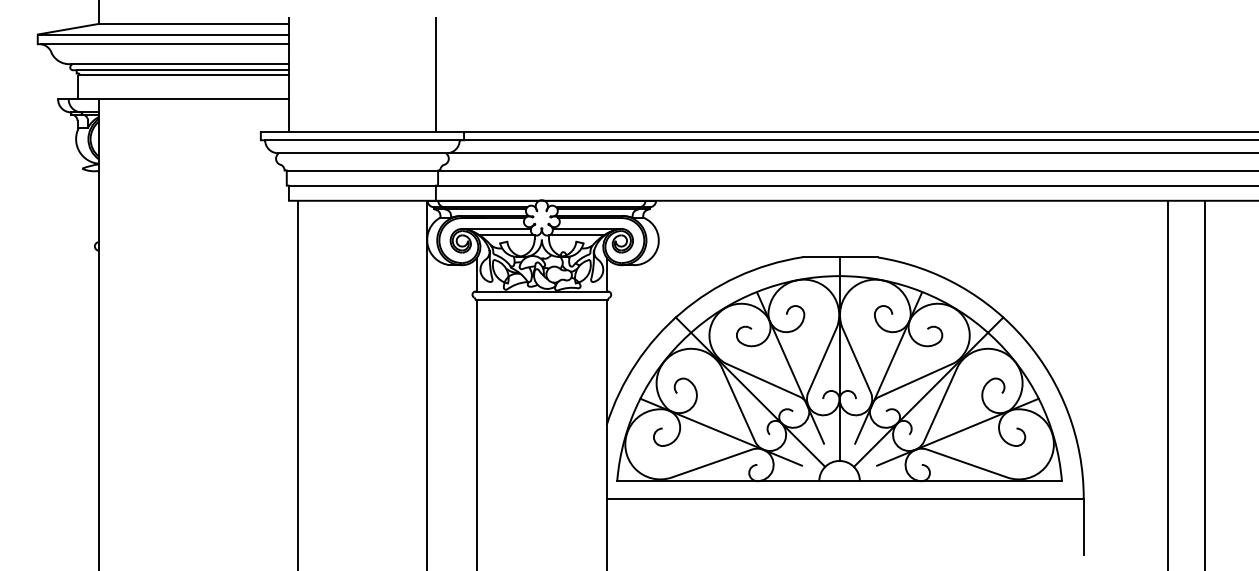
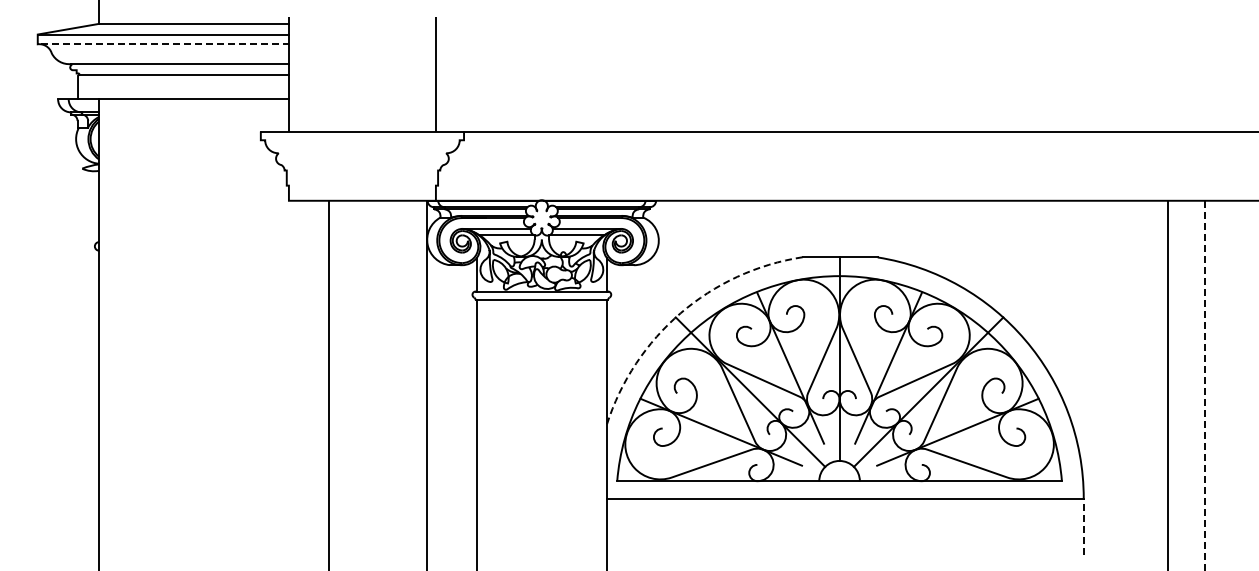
line at (164, 44): solid -> dashed
line at (182, 70): present -> none
line at (760, 140): present -> none
line at (766, 153): present -> none
line at (770, 170): present -> none
line at (771, 185): present -> none
arc at (680, 313): solid -> dashed
line at (297, 383) position: (297, 383) -> (328, 383)
line at (1205, 385): solid -> dashed
line at (1083, 526): solid -> dashed
